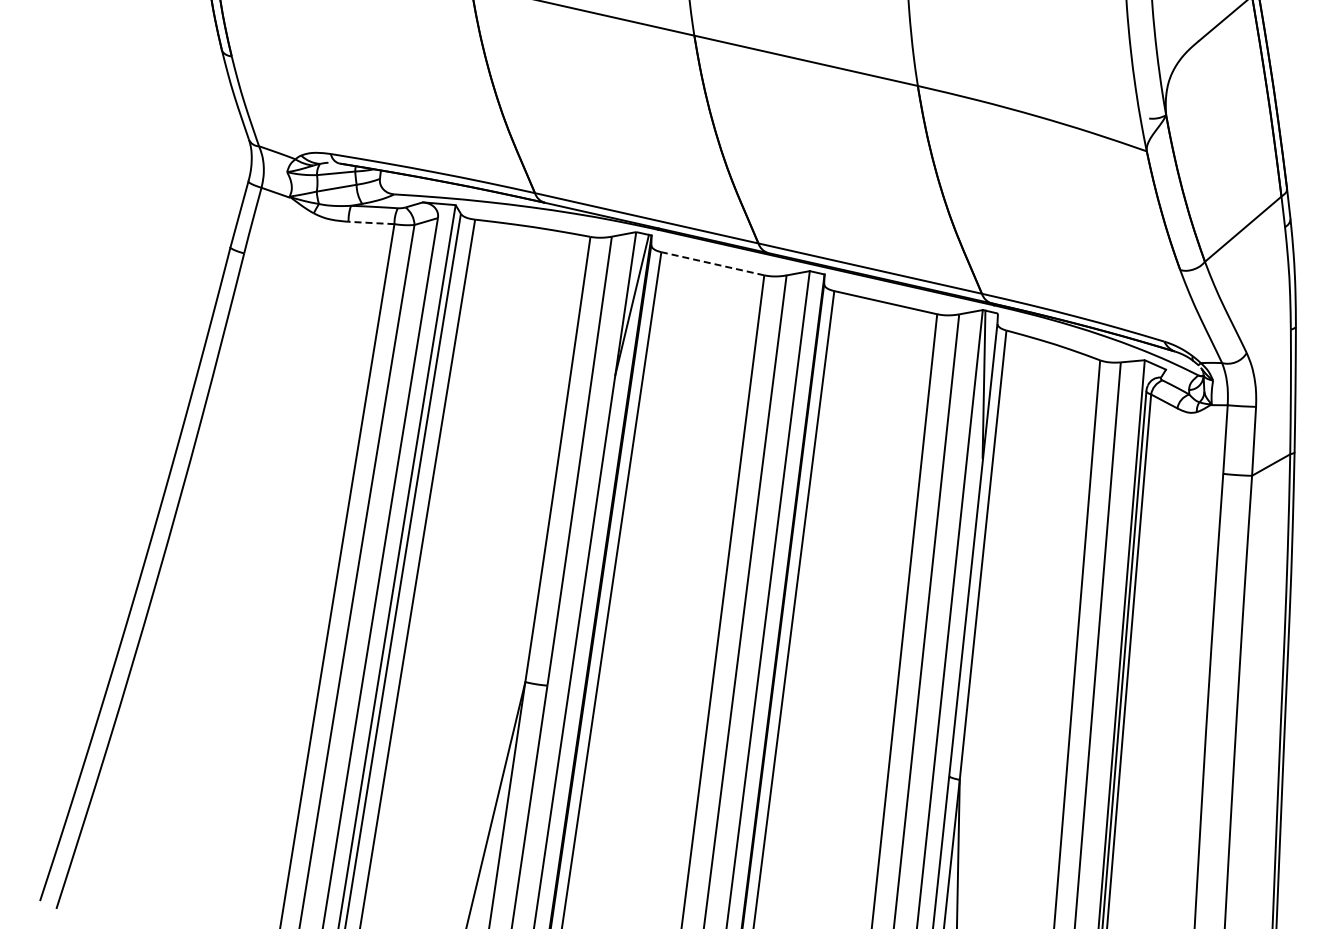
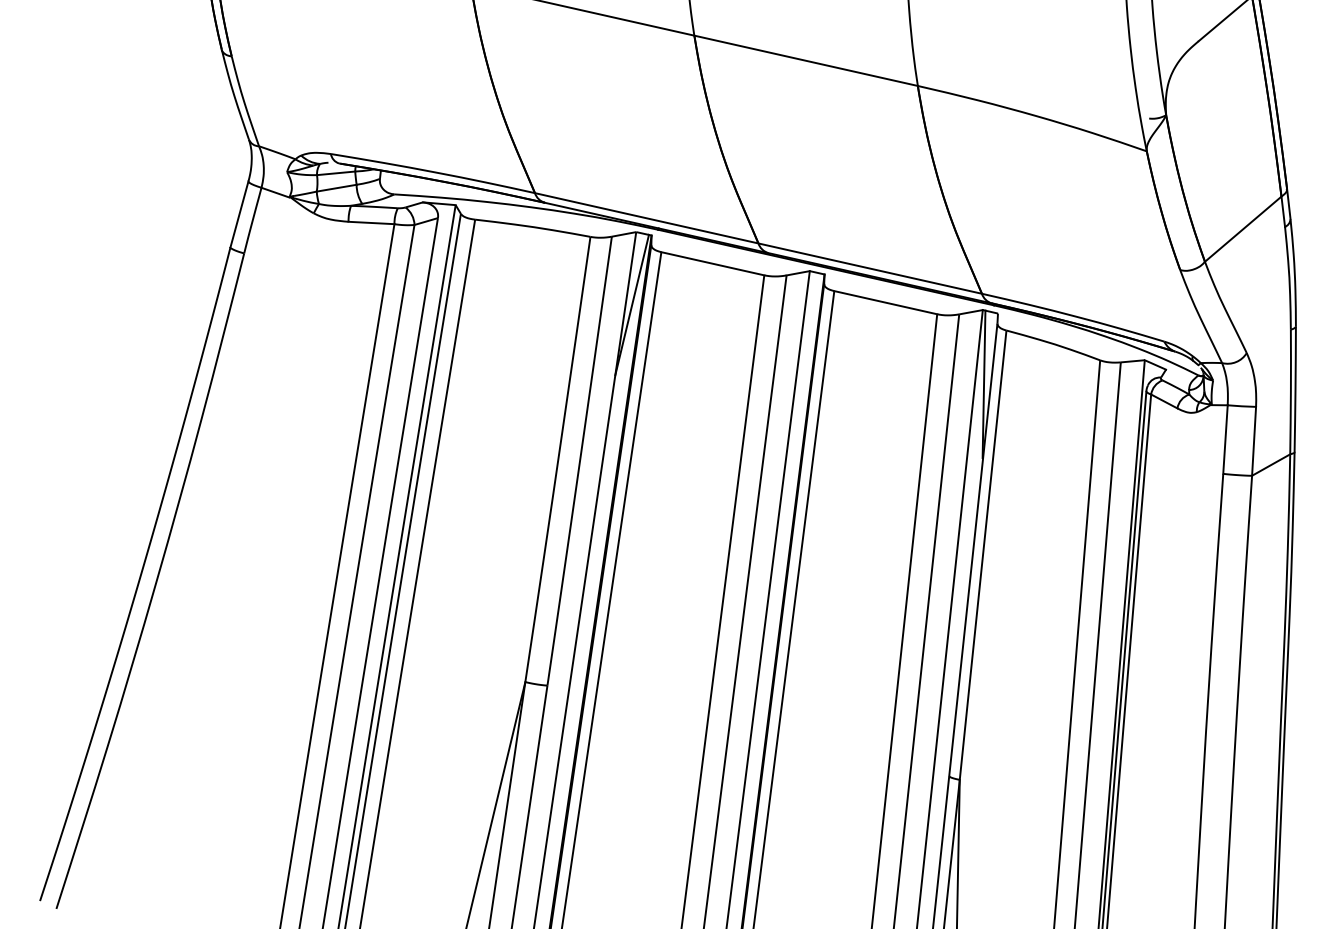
line at (371, 222): dashed -> solid
line at (712, 263): dashed -> solid
